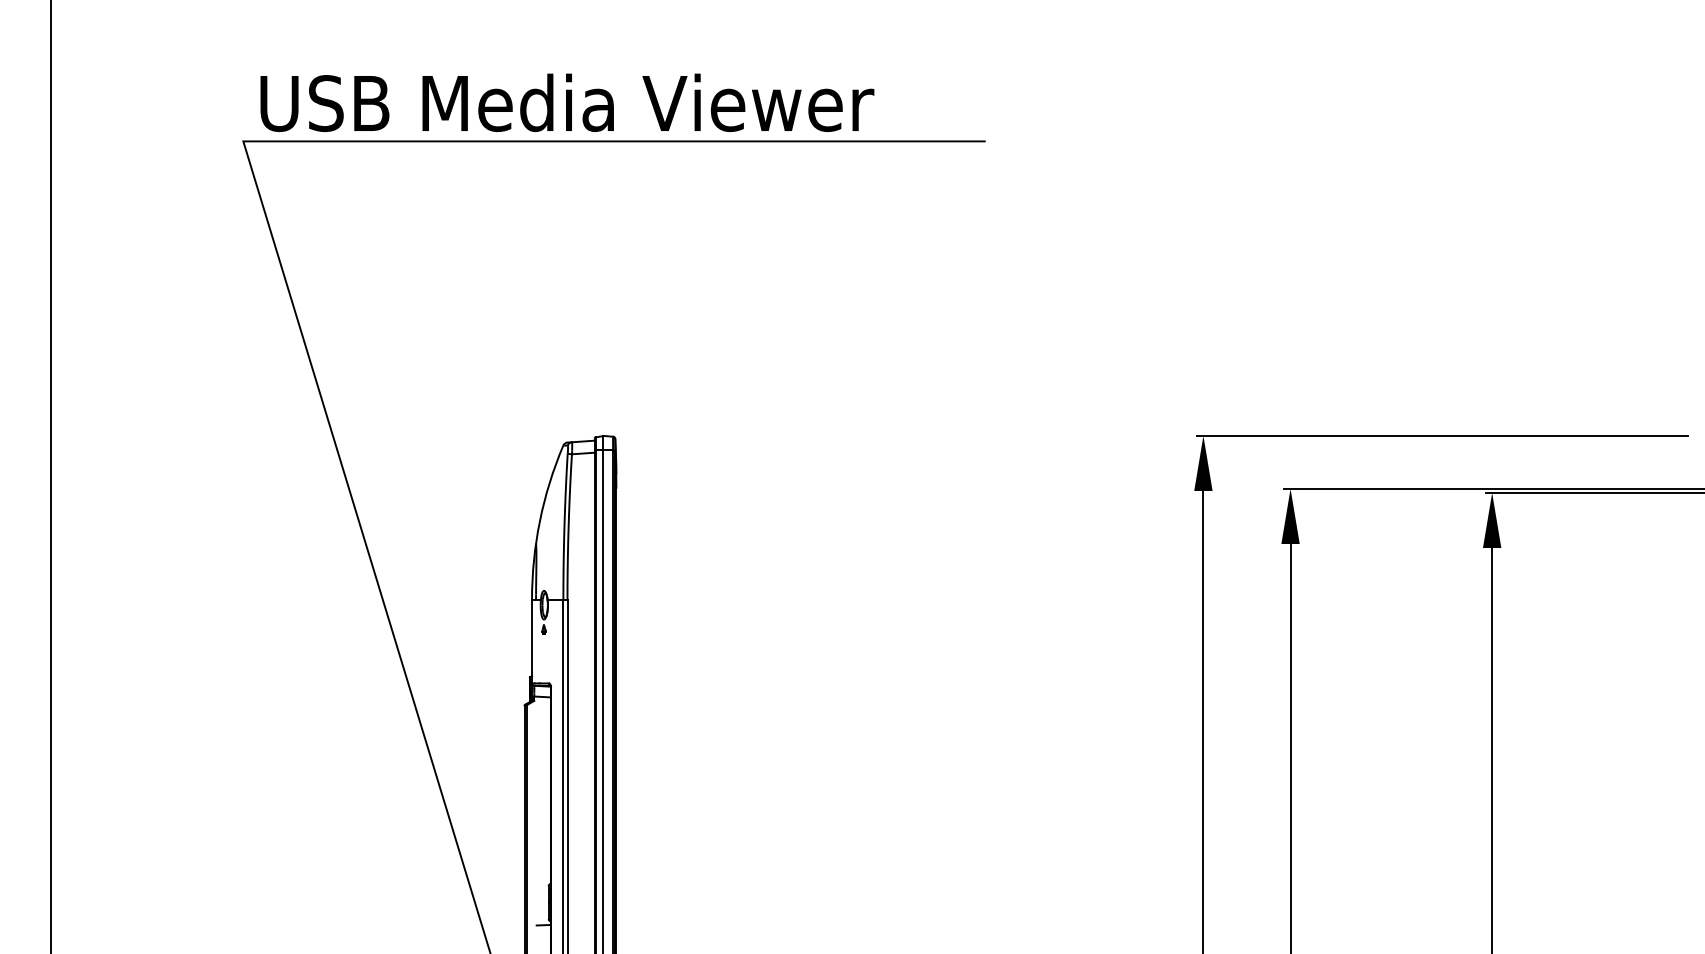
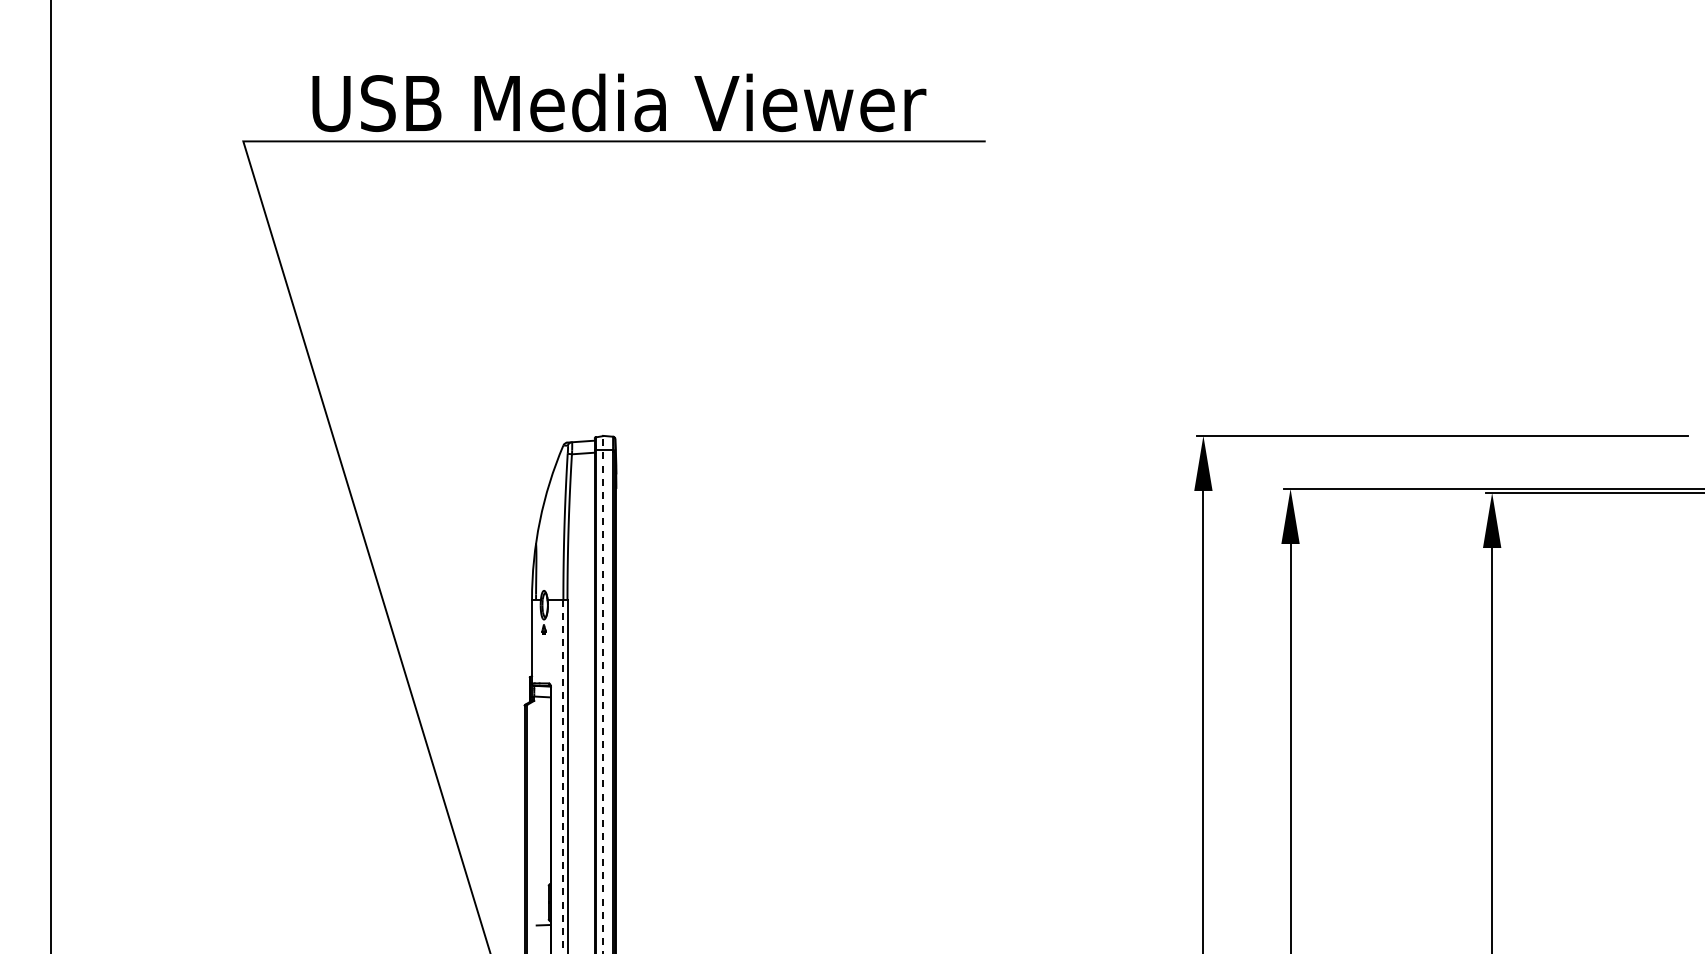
text at (567, 102) position: (567, 102) -> (619, 102)
line at (603, 694): solid -> dashed
line at (563, 776): solid -> dashed
